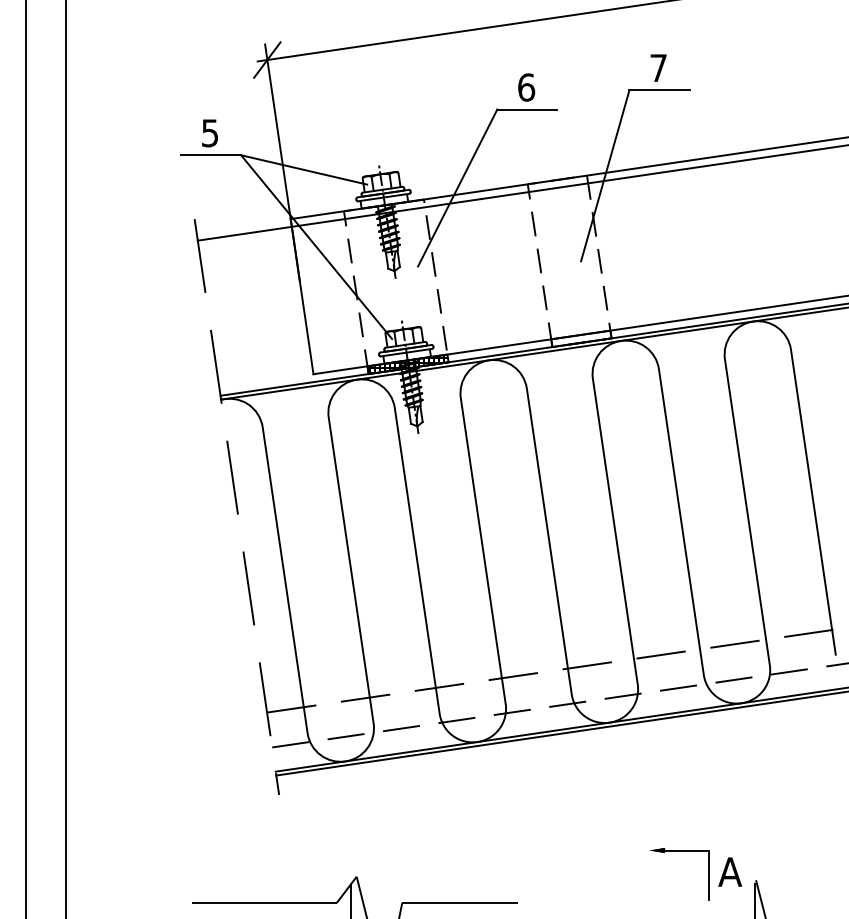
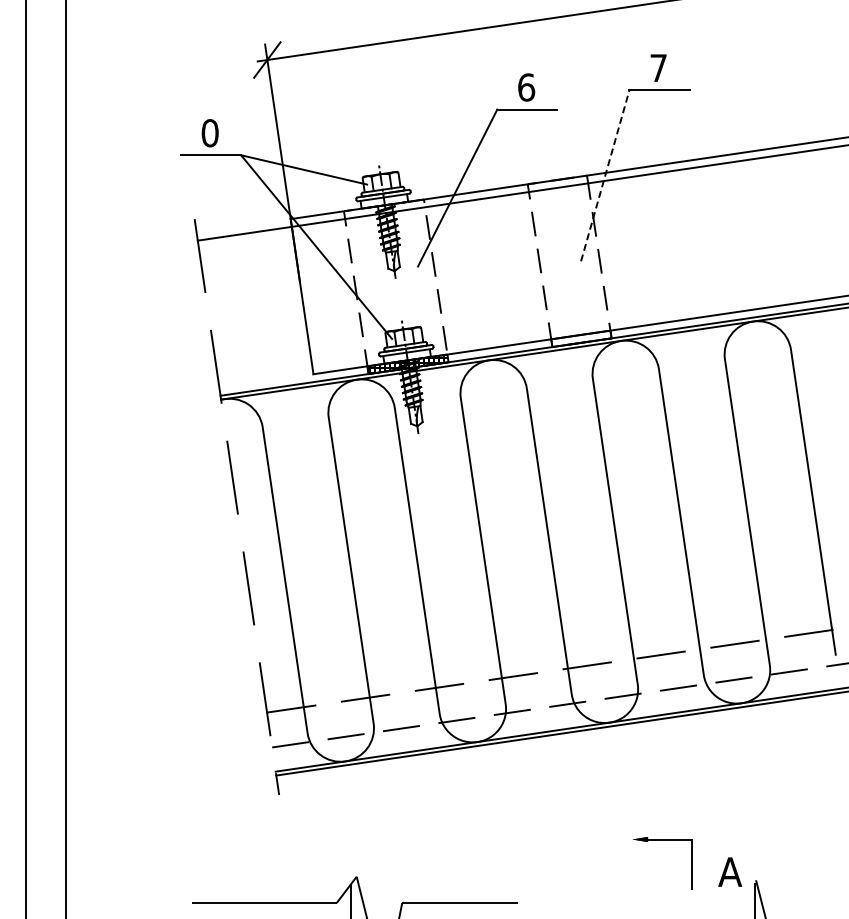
text at (209, 133): 5 -> 0
line at (605, 175): solid -> dashed
part at (679, 851) position: (679, 851) -> (662, 840)
